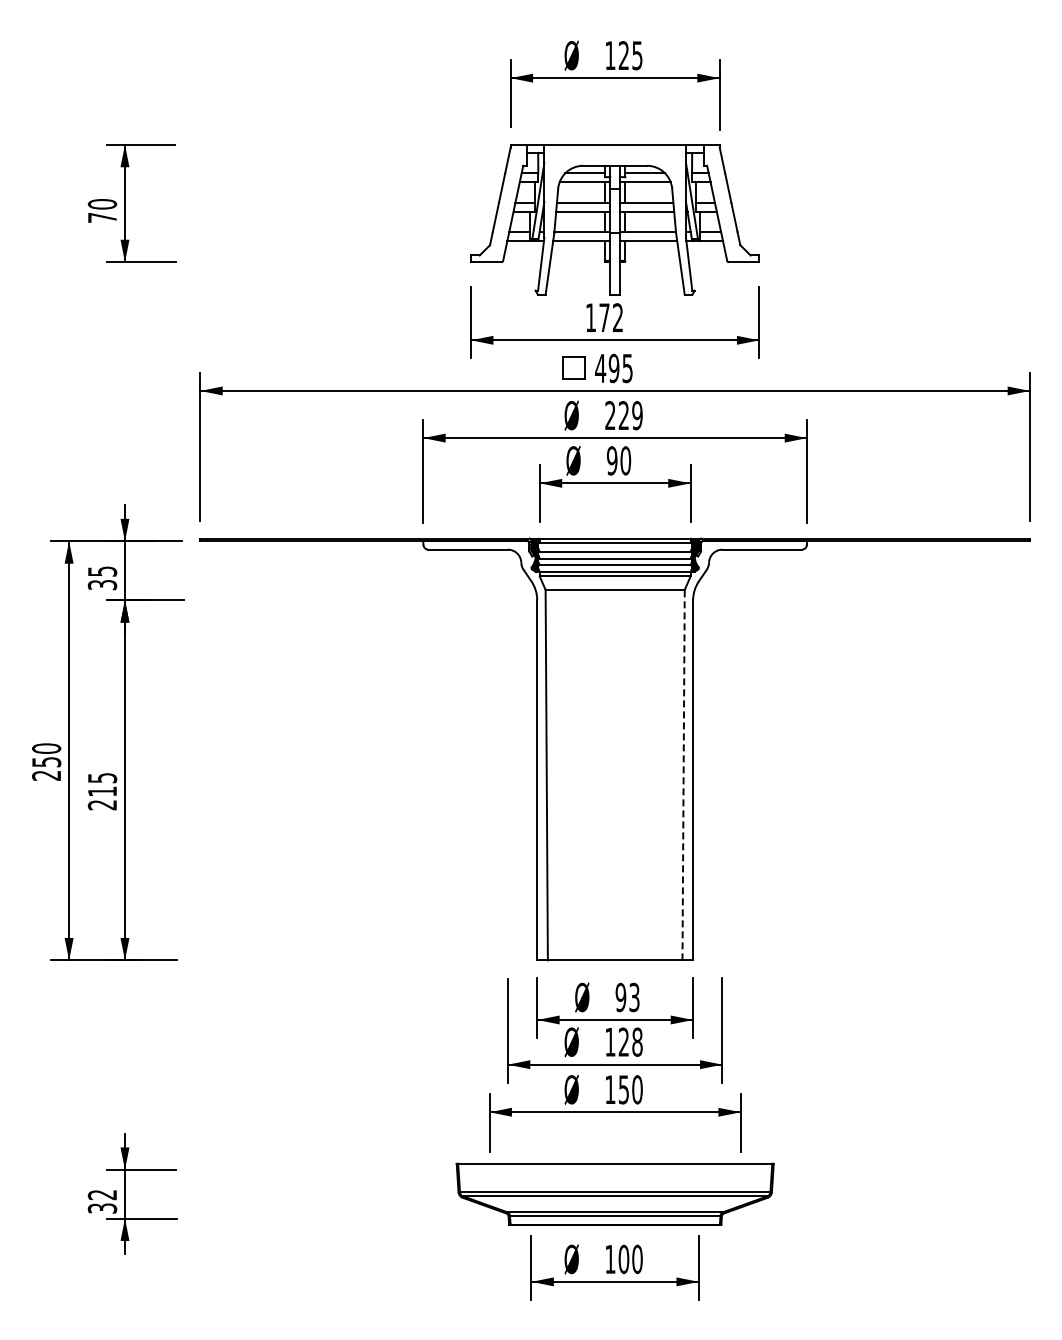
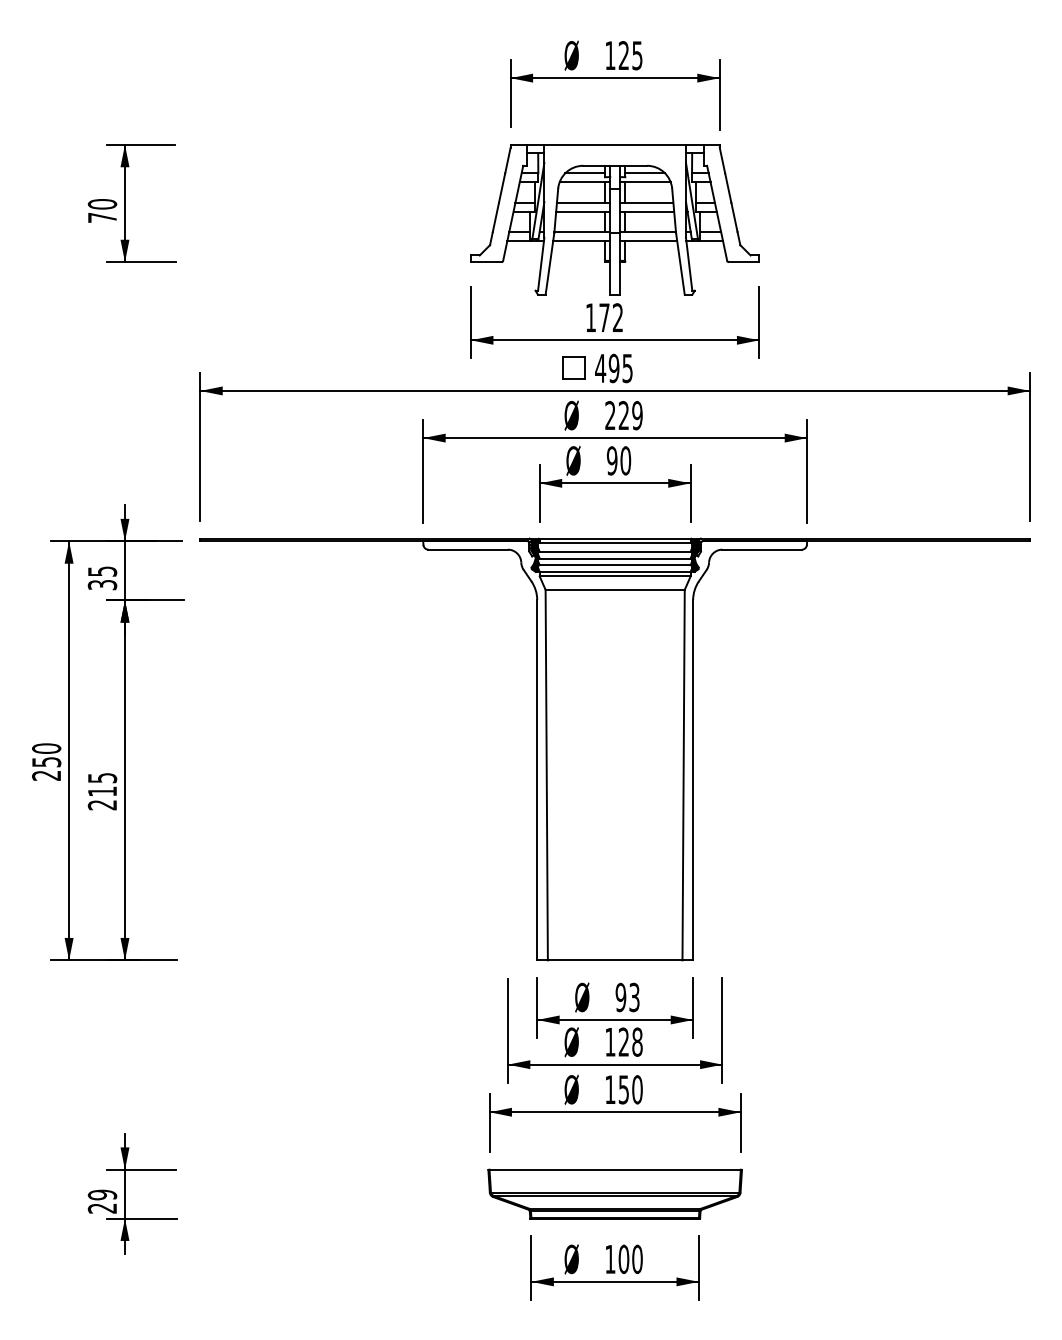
line at (683, 774): dashed -> solid
part at (614, 1193) size: 320x64 px -> 256x52 px
text at (102, 1201): 32 -> 29
